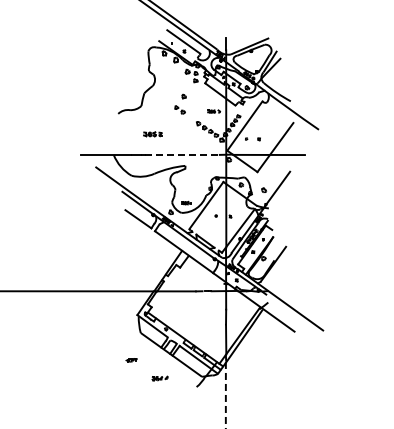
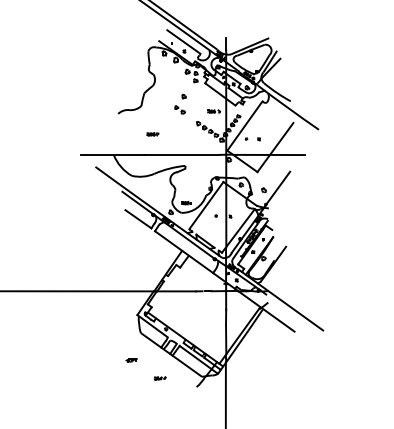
part at (152, 134) size: 20x7 px -> 14x5 px
line at (182, 154): dashed -> solid
part at (159, 378) size: 18x7 px -> 13x5 px
line at (225, 395): dashed -> solid
